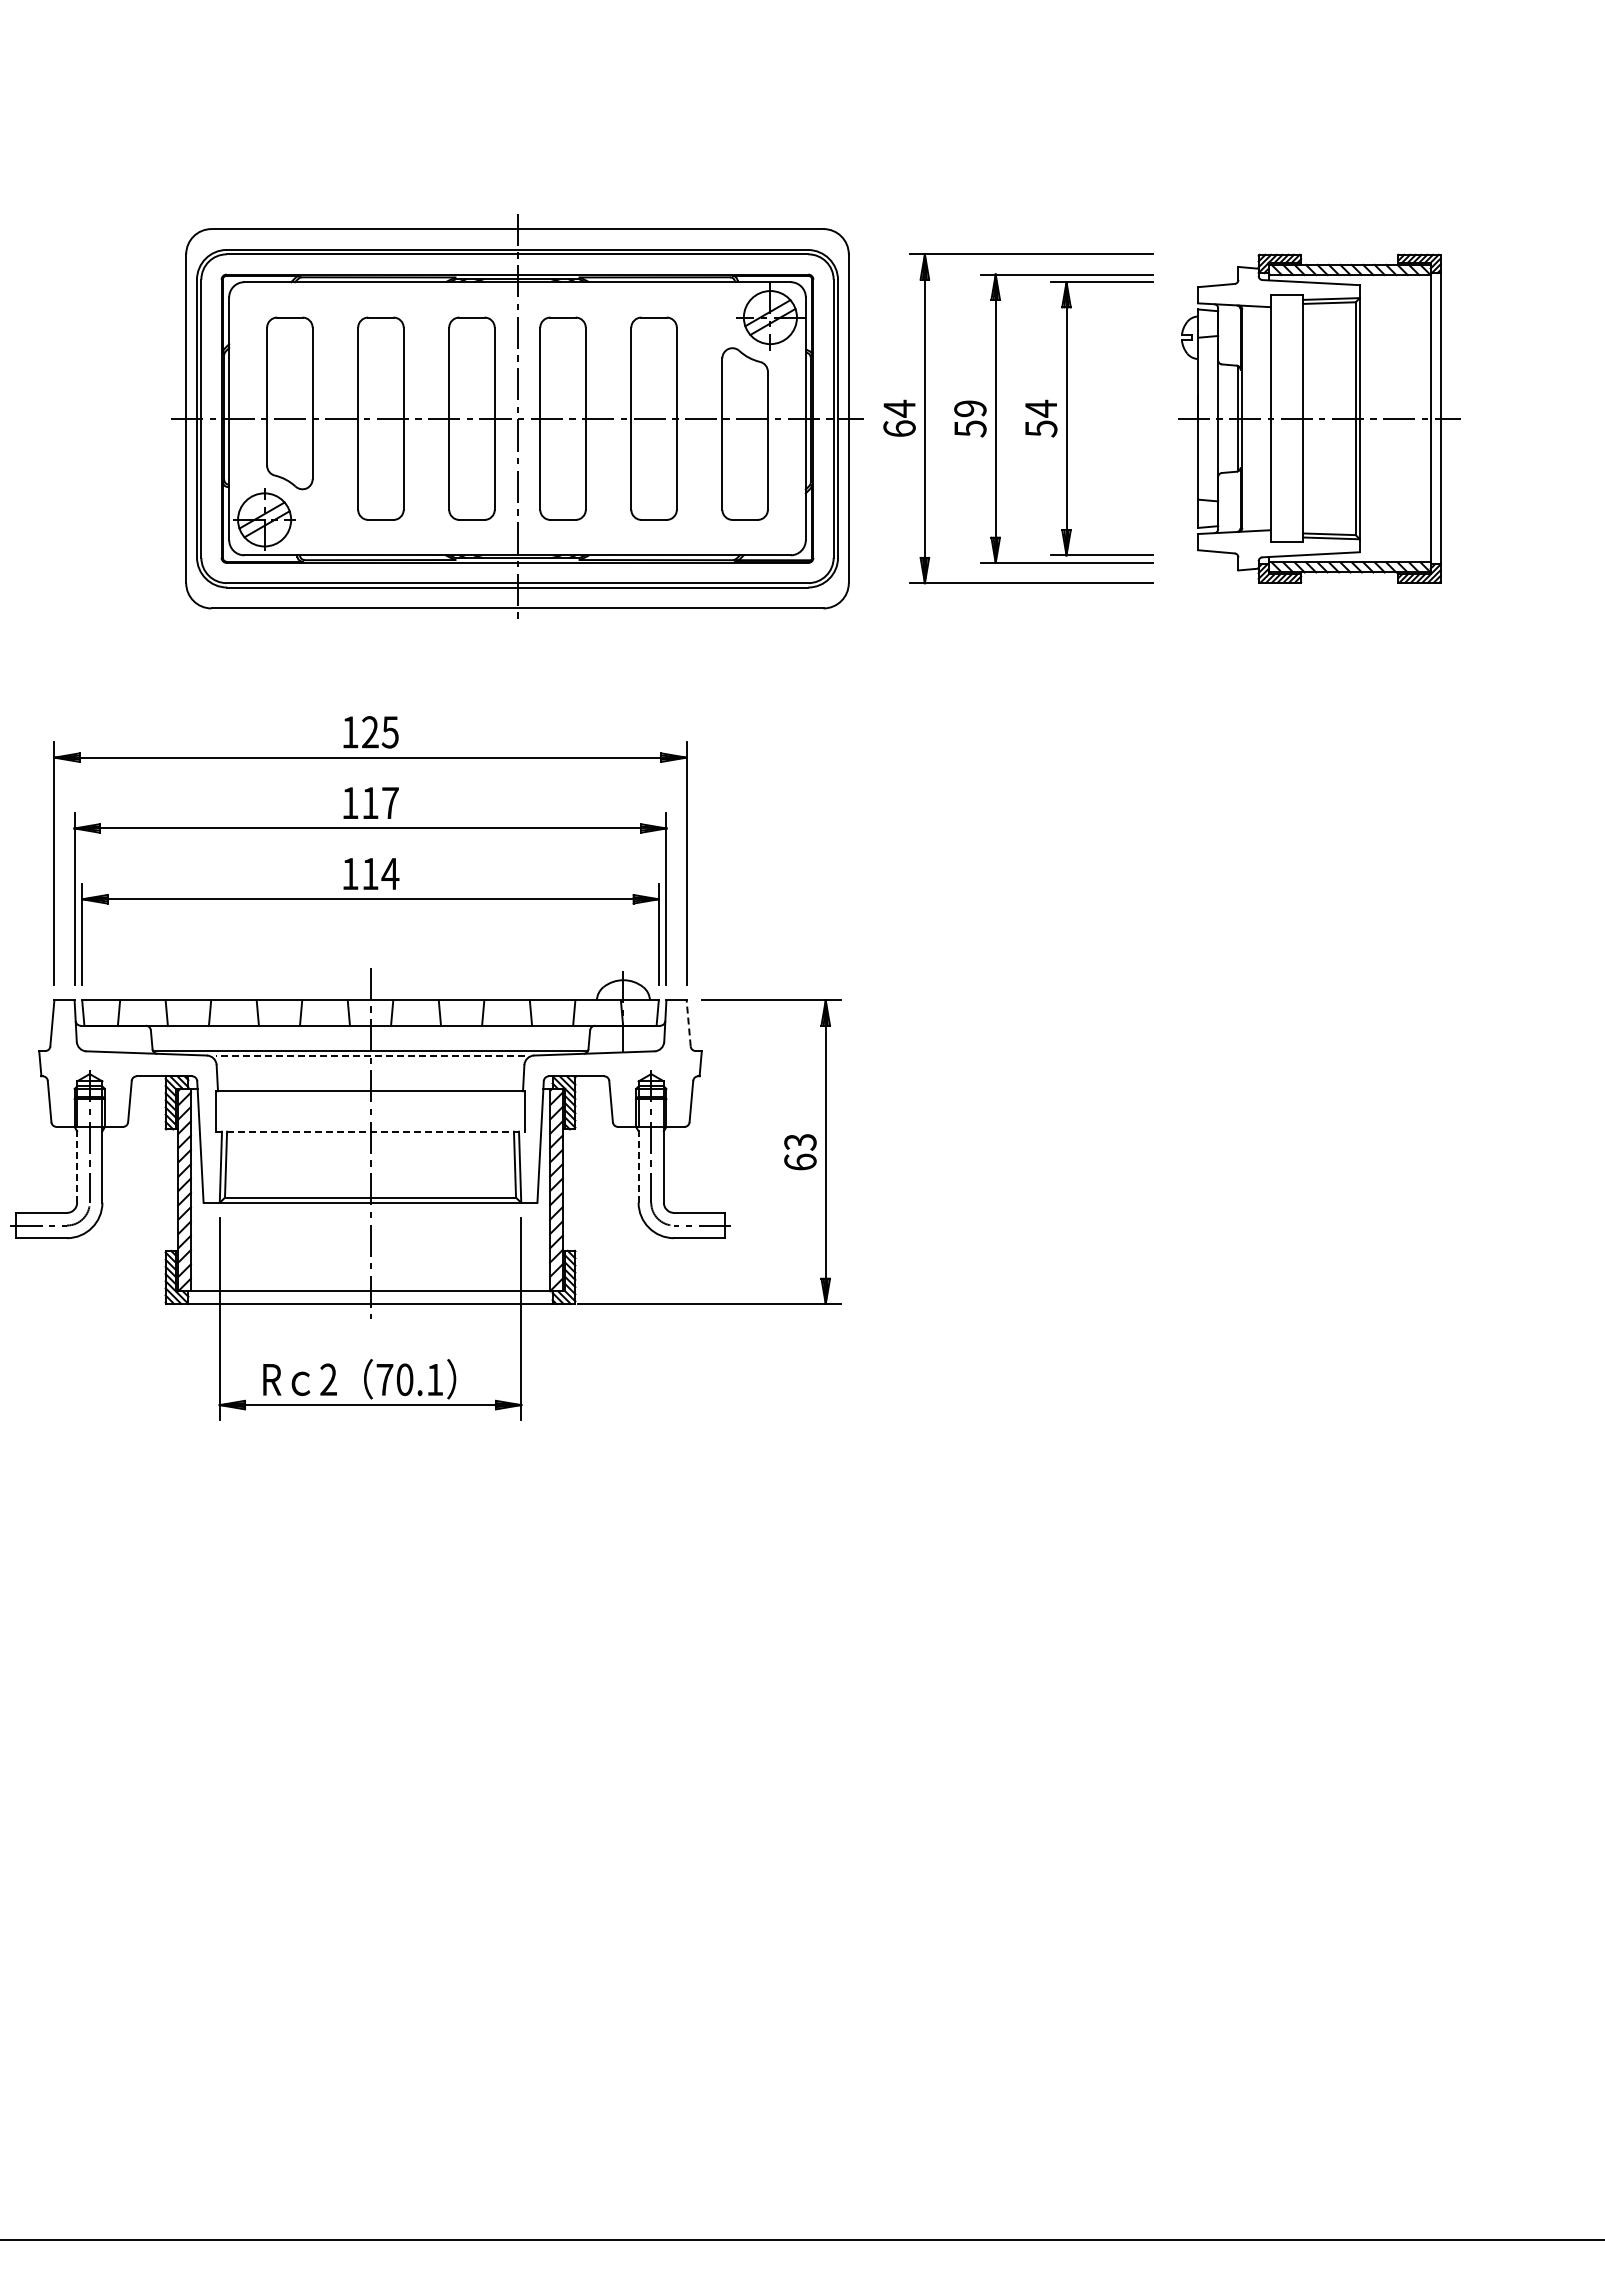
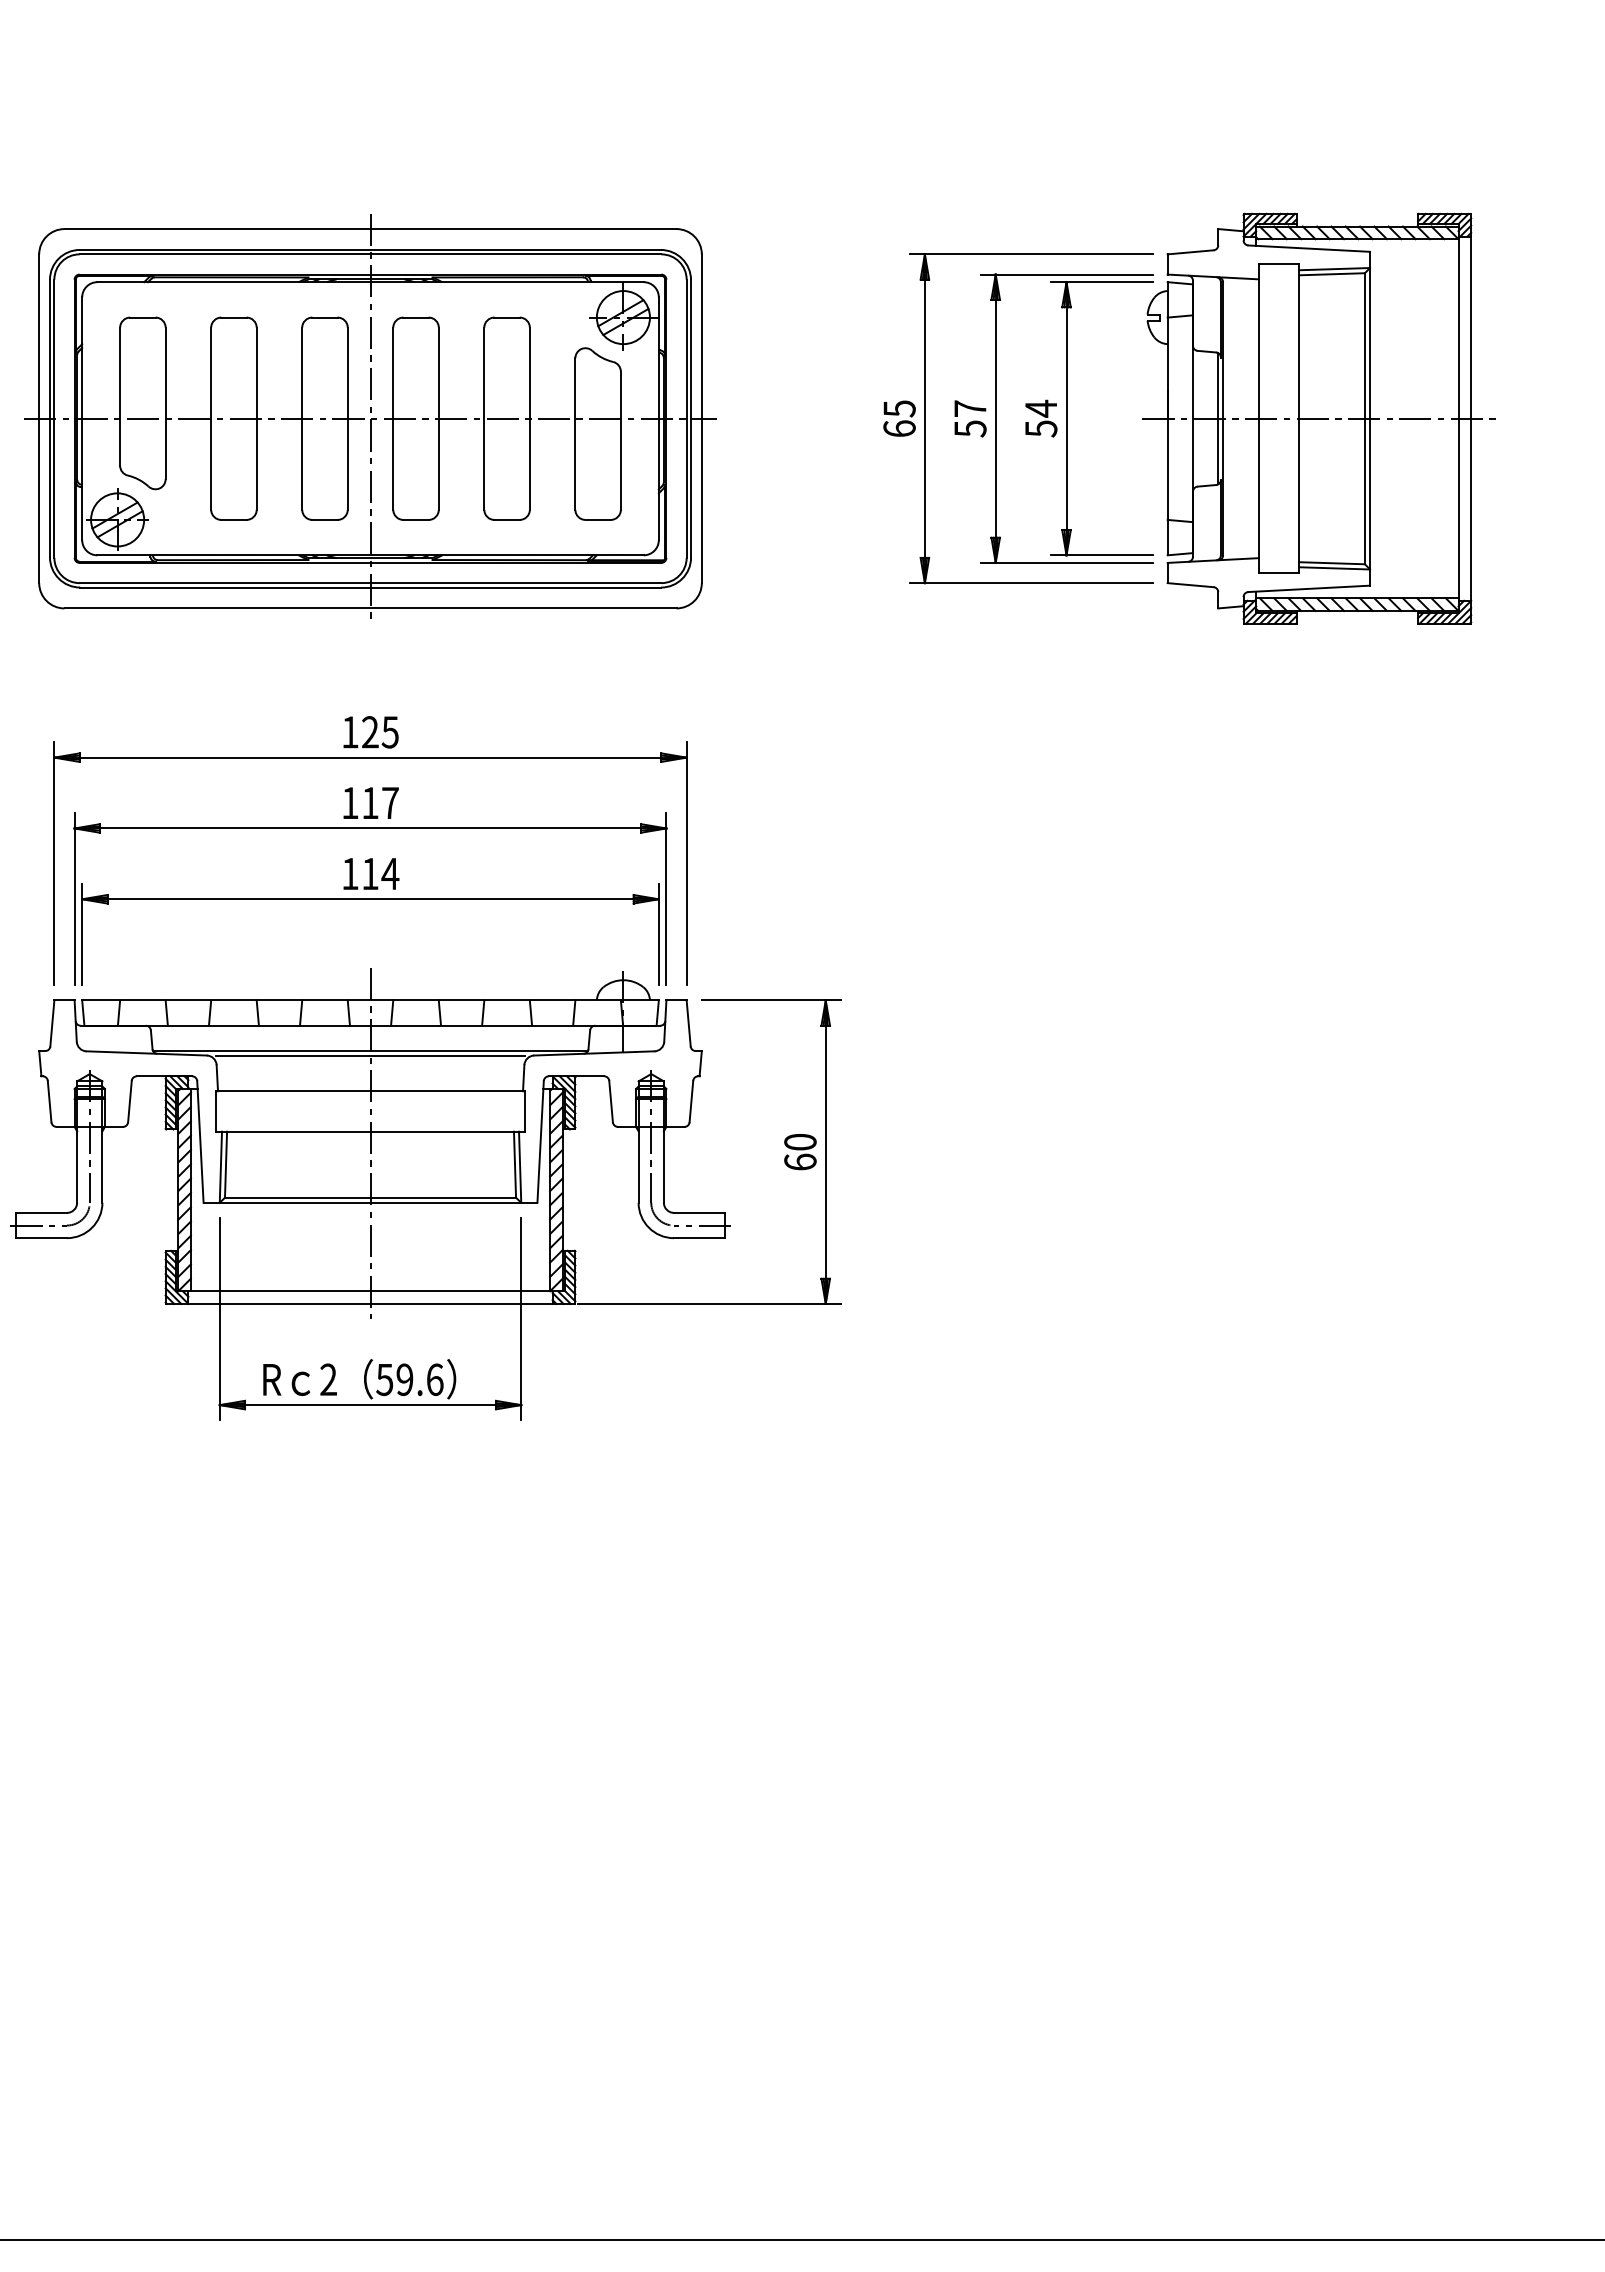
text at (899, 408): 64 -> 65
text at (970, 408): 59 -> 57
part at (517, 416) position: (517, 416) -> (370, 416)
part at (1319, 418) size: 283x331 px -> 354x413 px
line at (688, 1022): dashed -> solid
line at (370, 1055): dashed -> solid
line at (371, 1131): dashed -> solid
text at (800, 1142): 63 -> 60
line at (77, 1164): dashed -> solid
line at (638, 1164): dashed -> solid
text at (409, 1379): 70.1 -> 59.6
